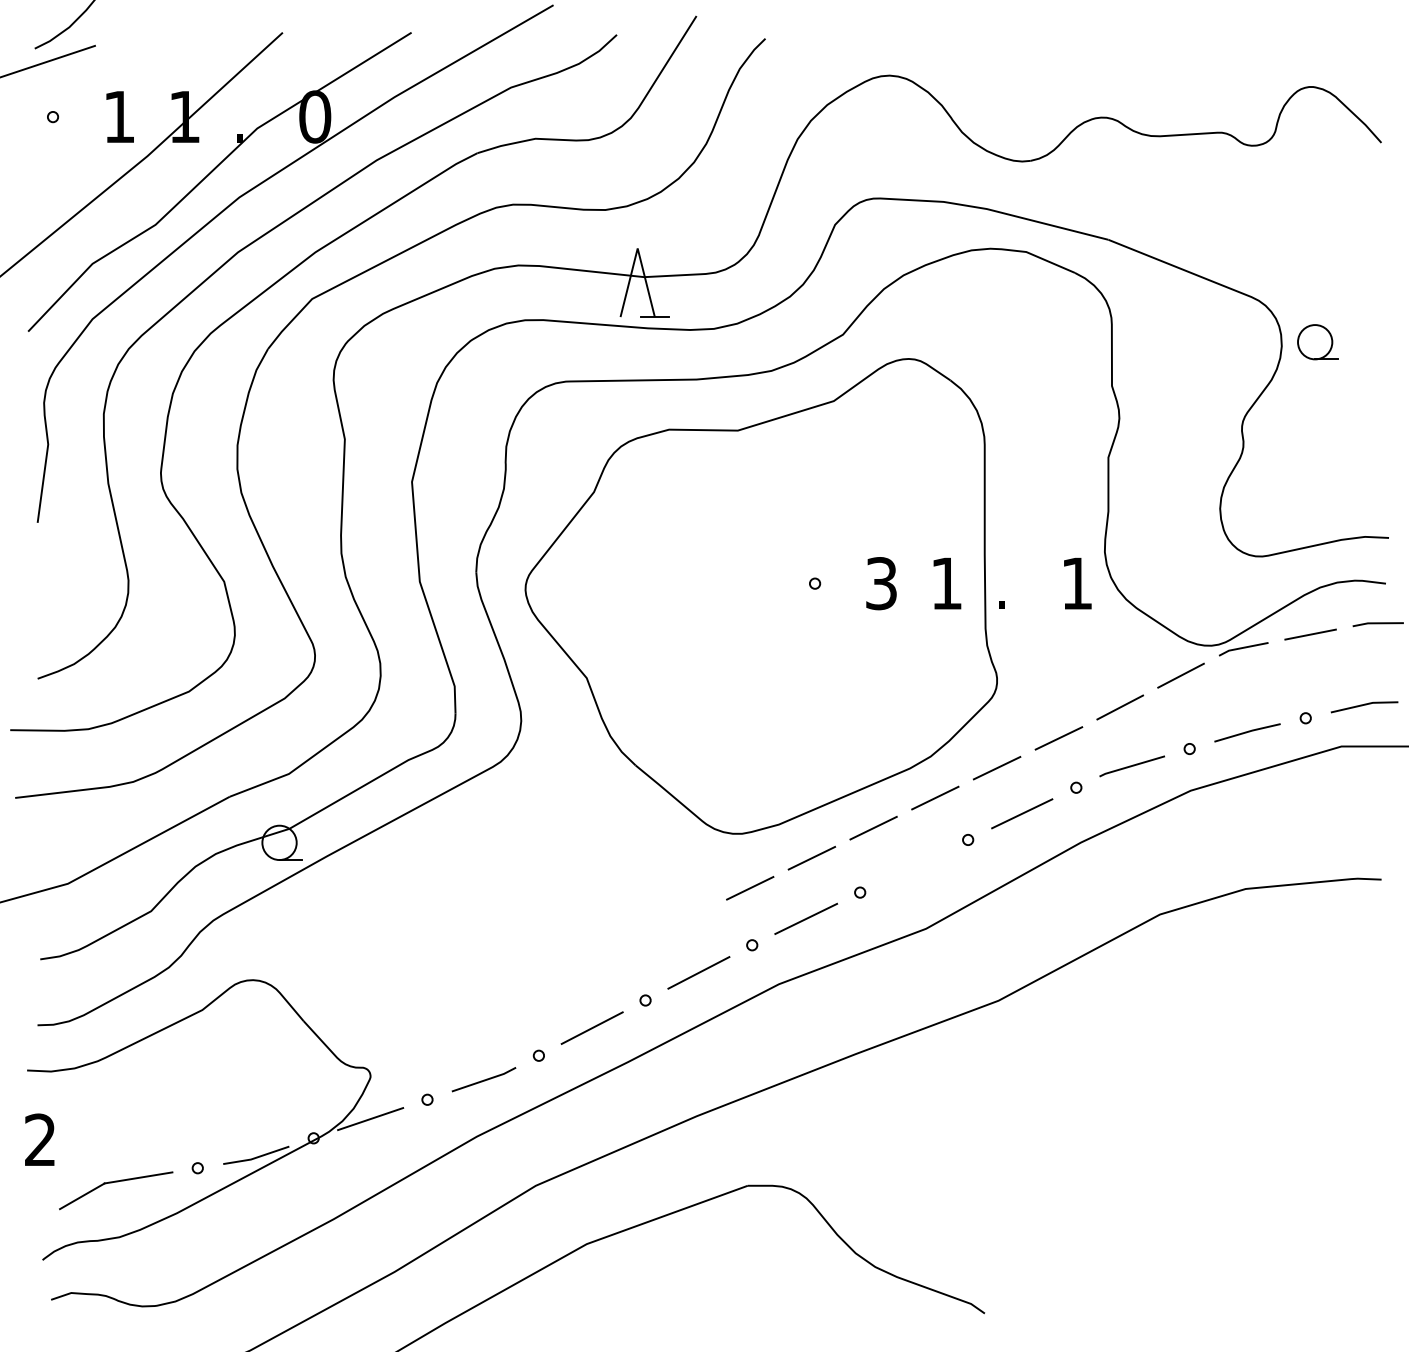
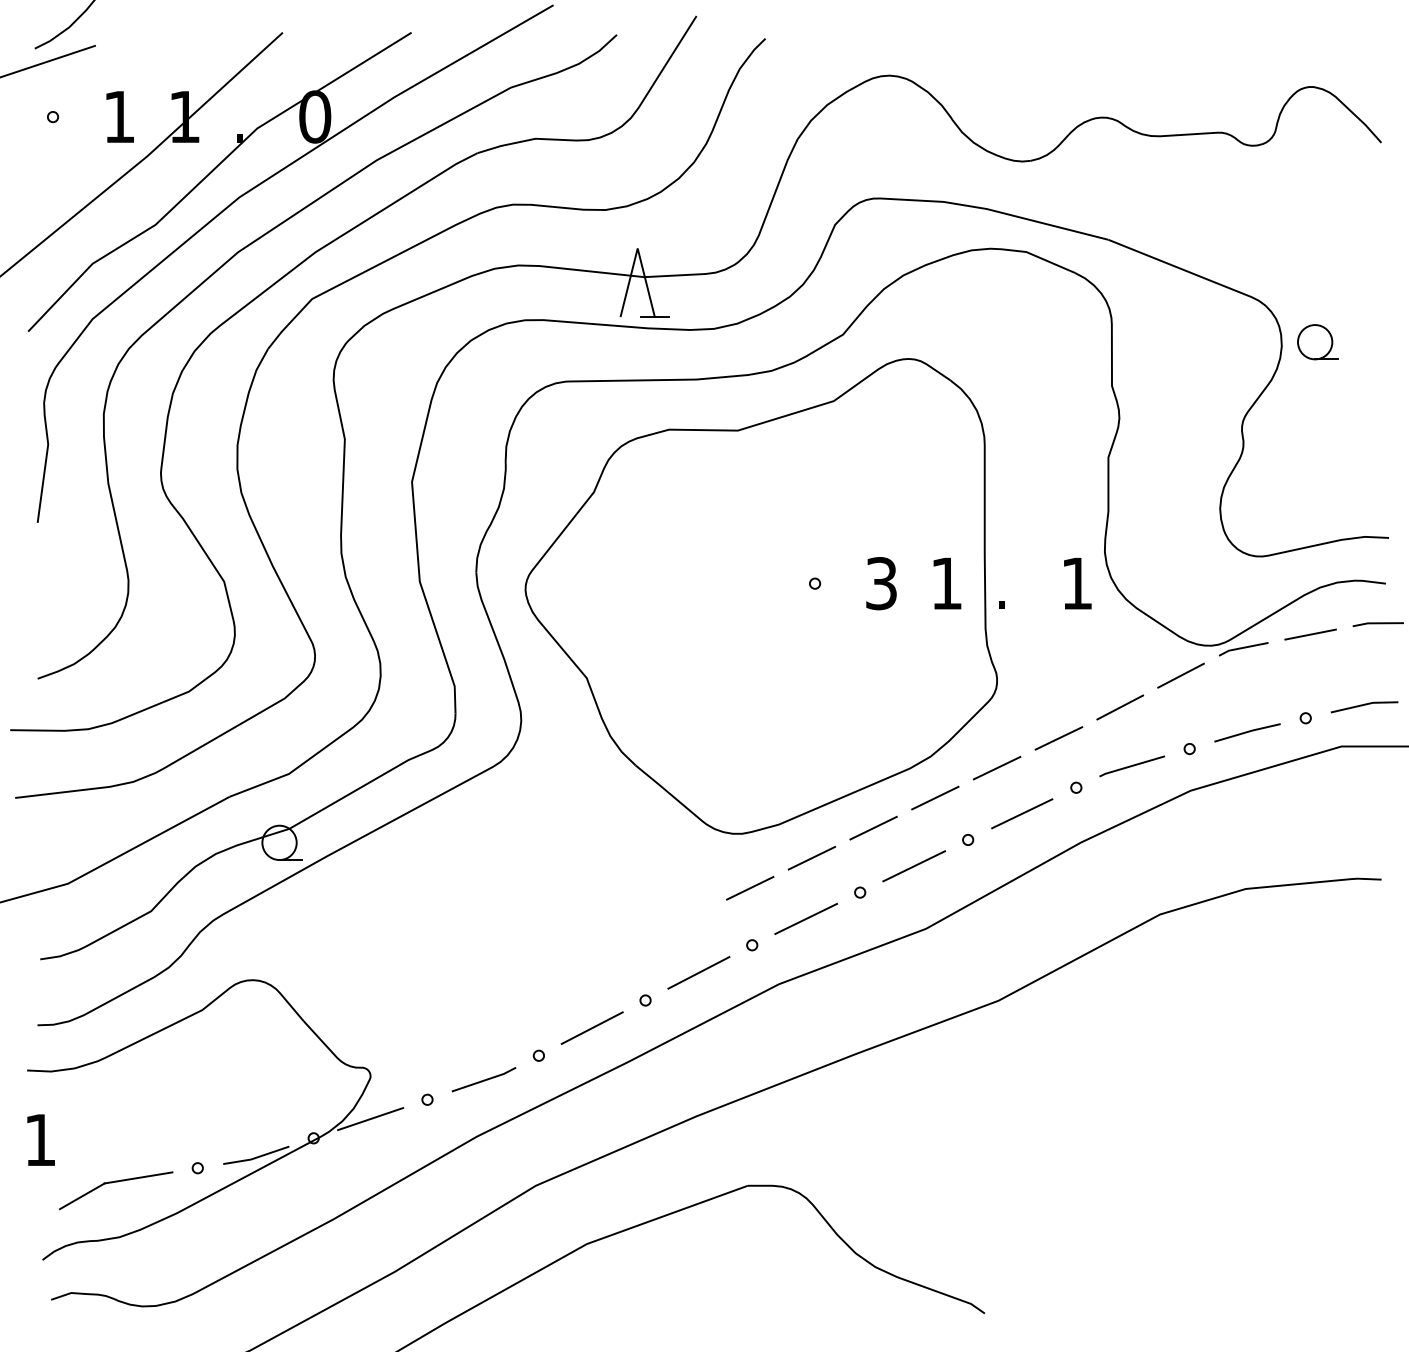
line at (914, 866): none -> present
text at (39, 1139): 2 -> 1
